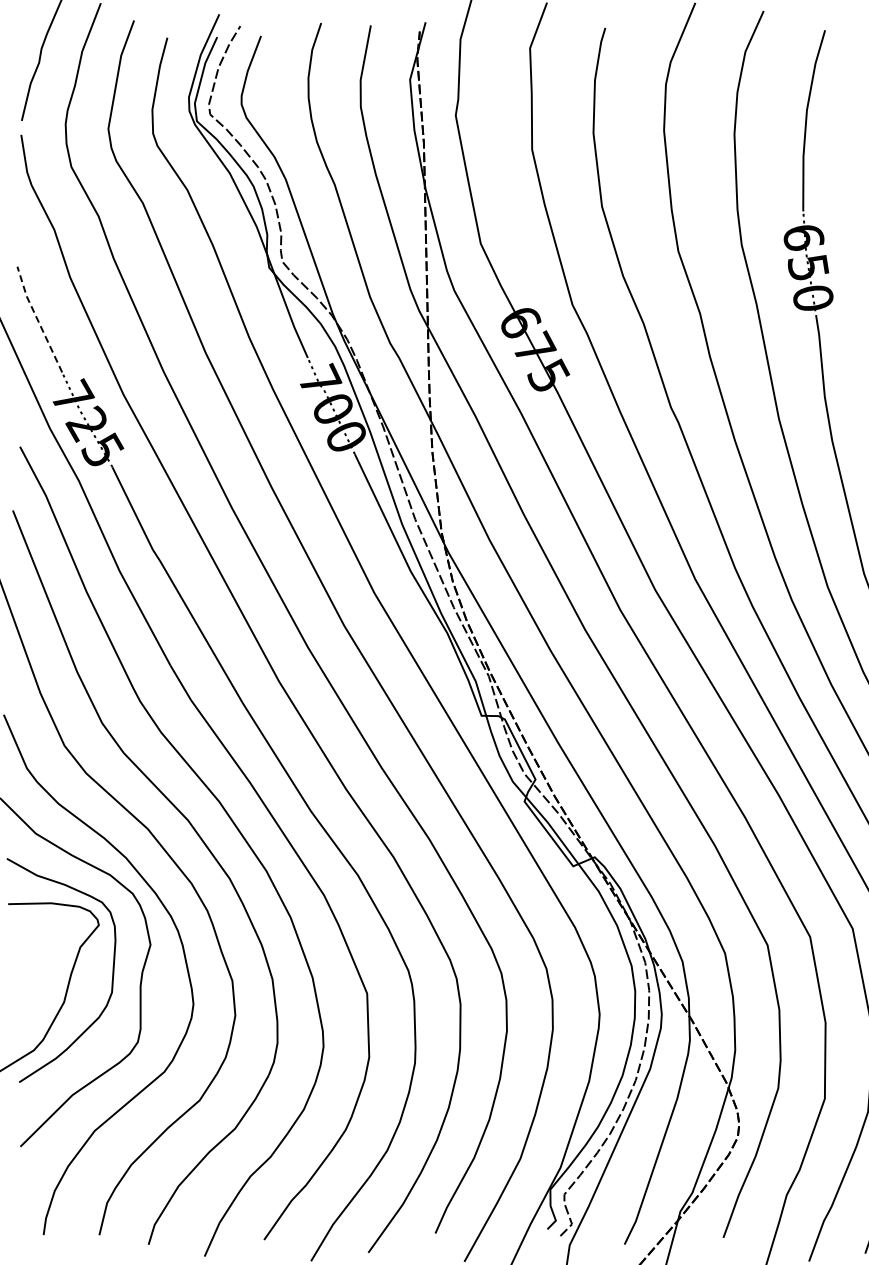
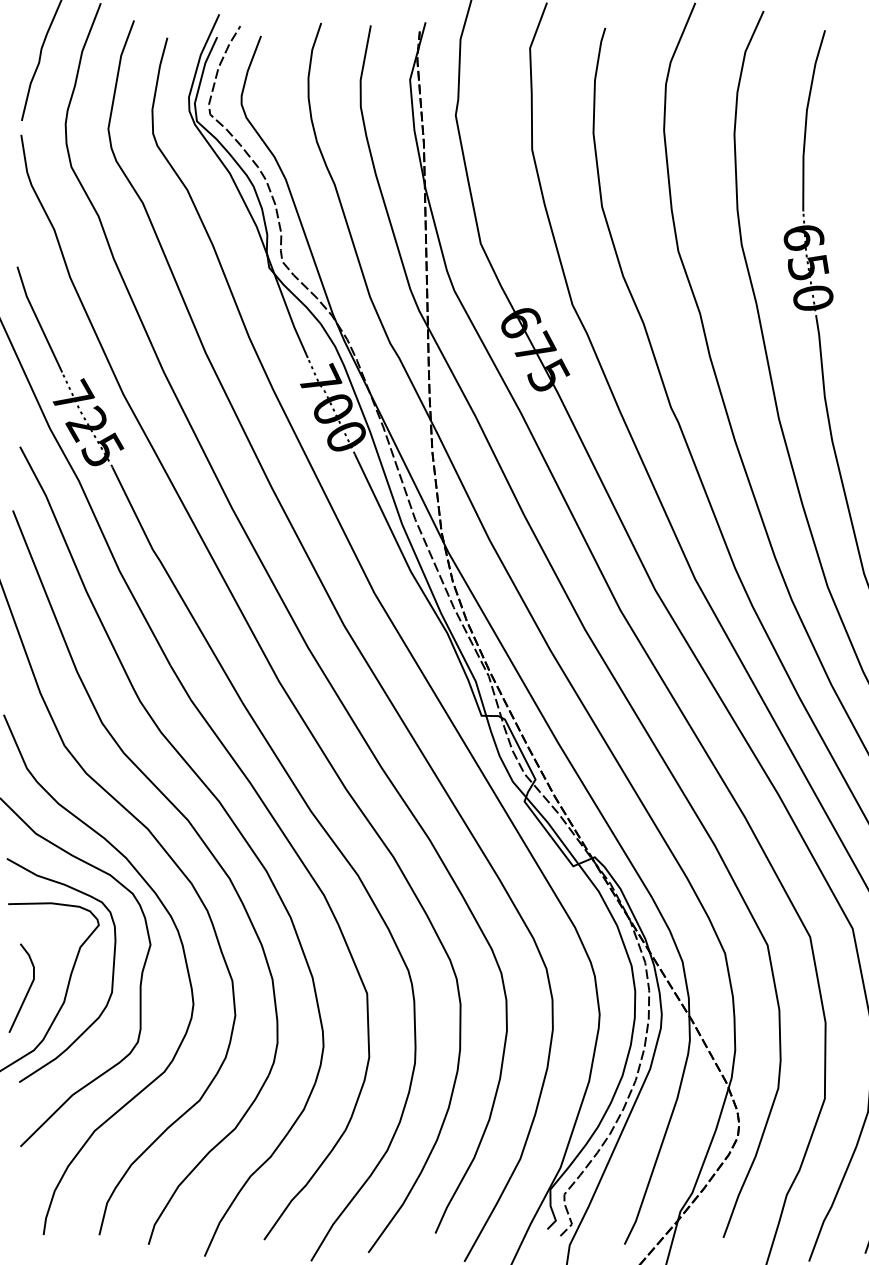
line at (37, 319): dashed -> solid
line at (27, 990): none -> present
